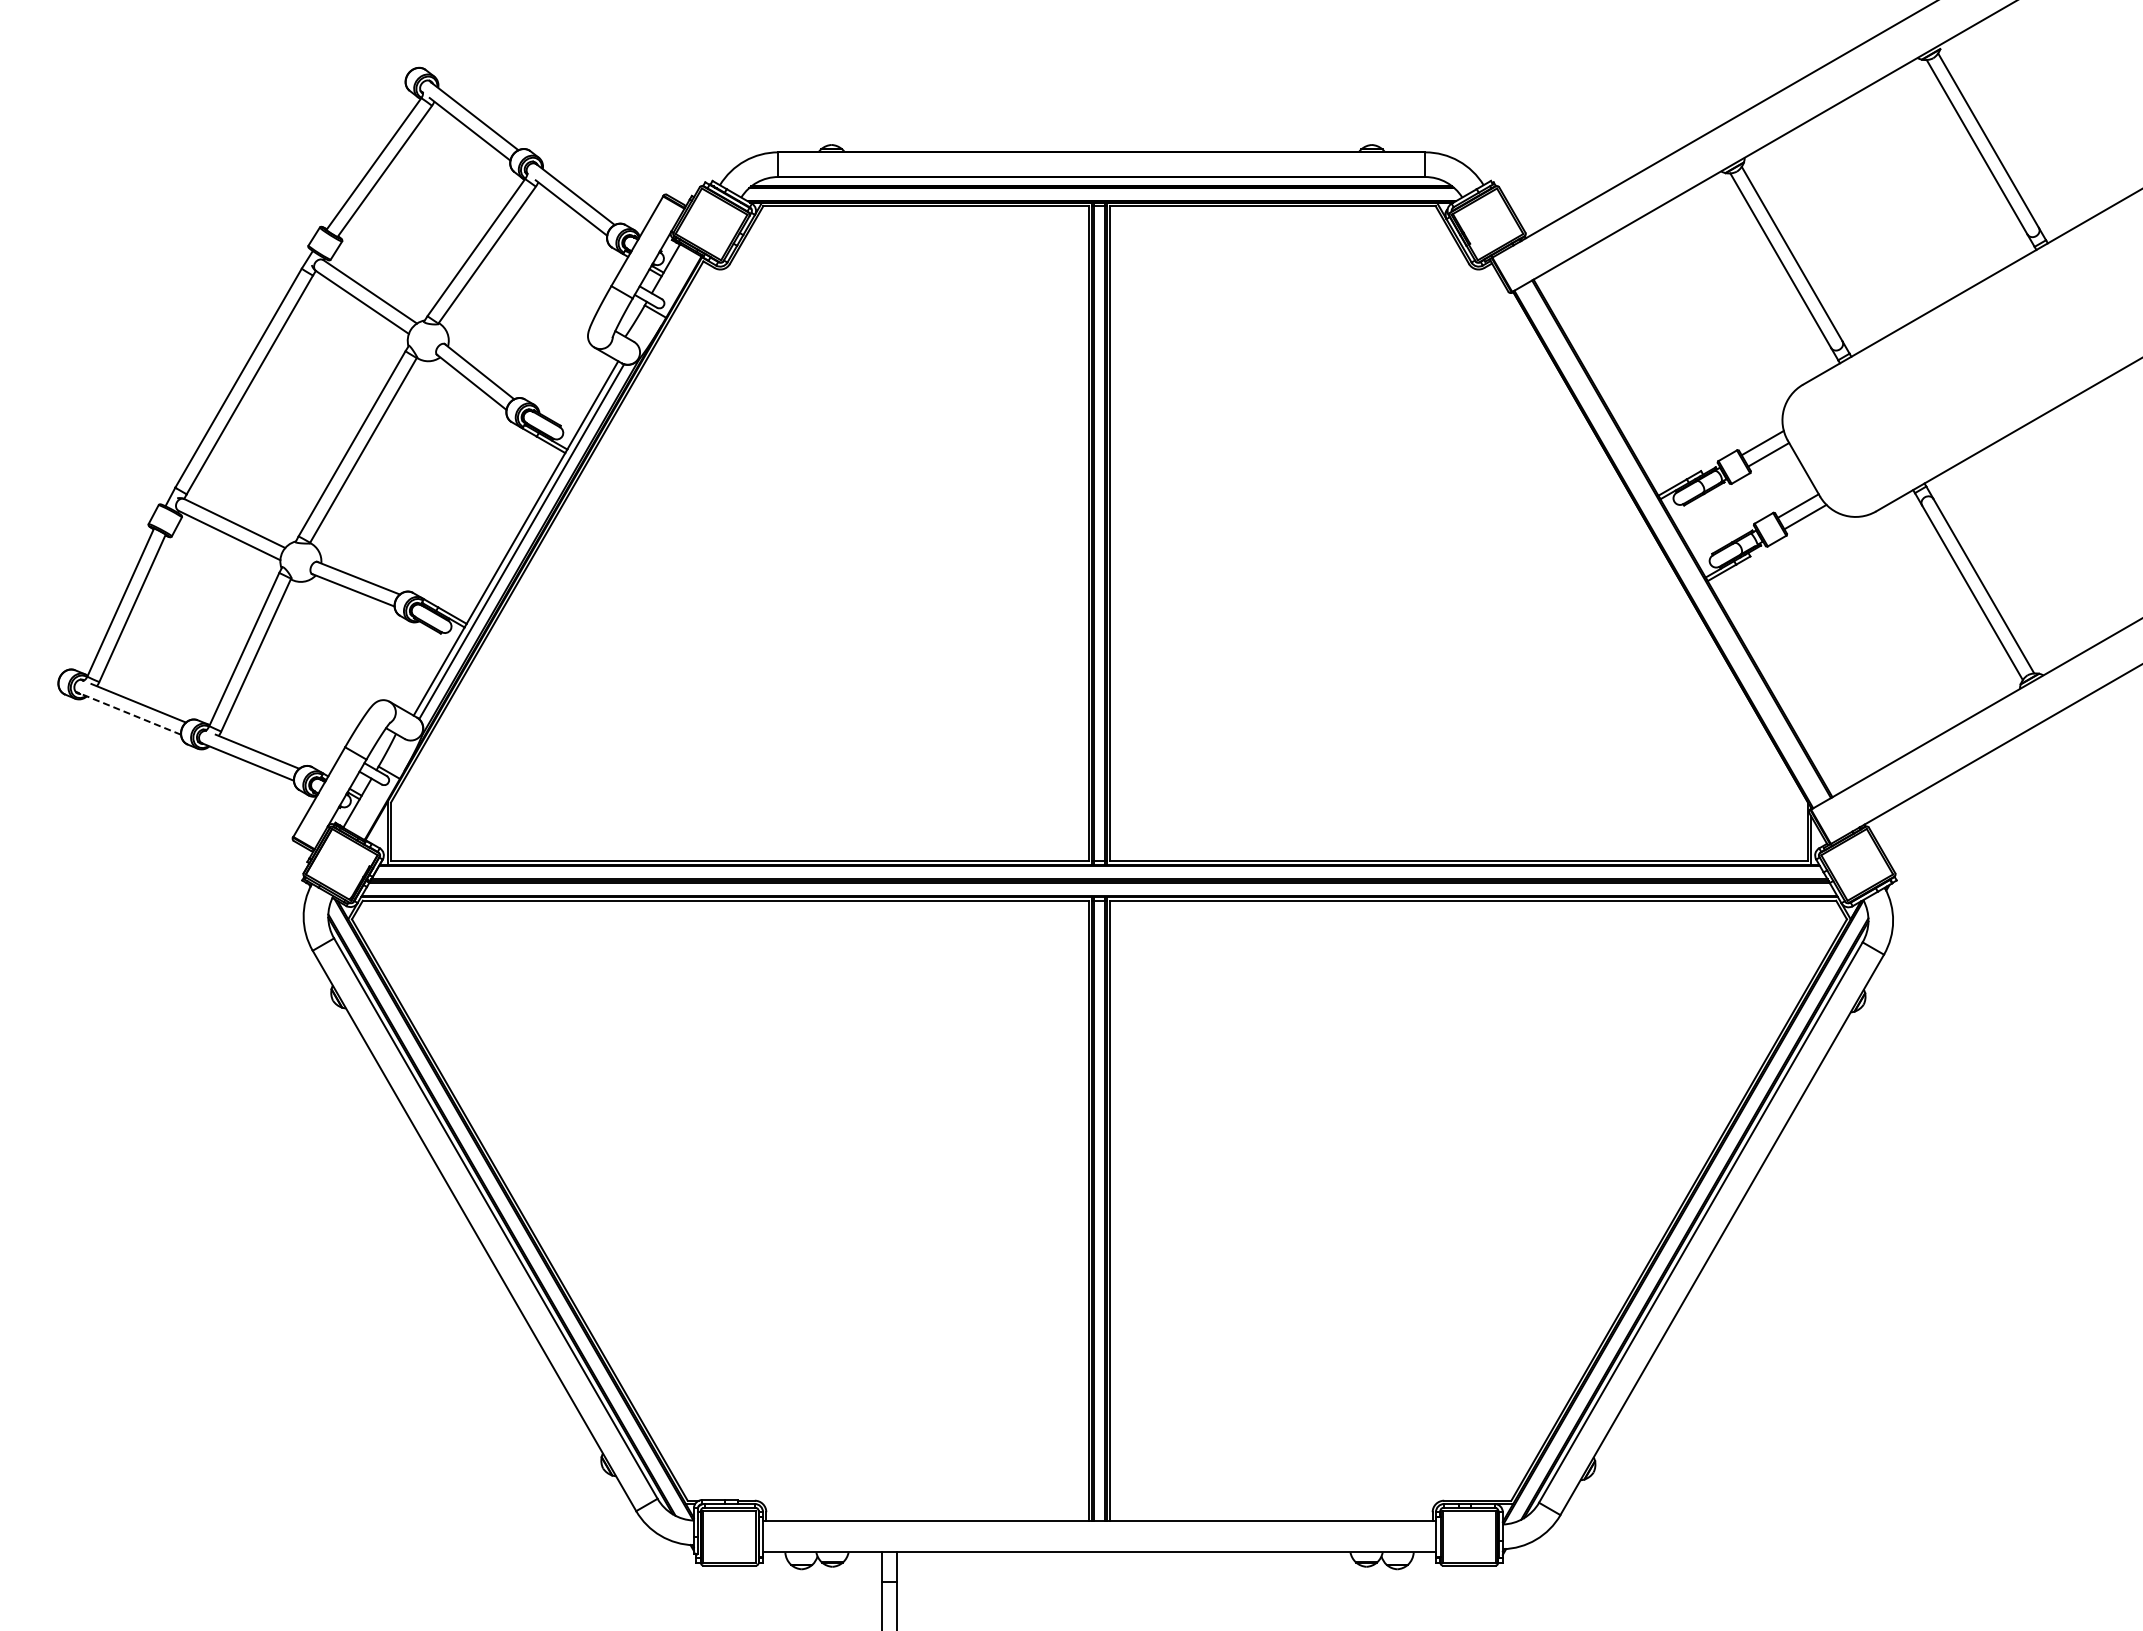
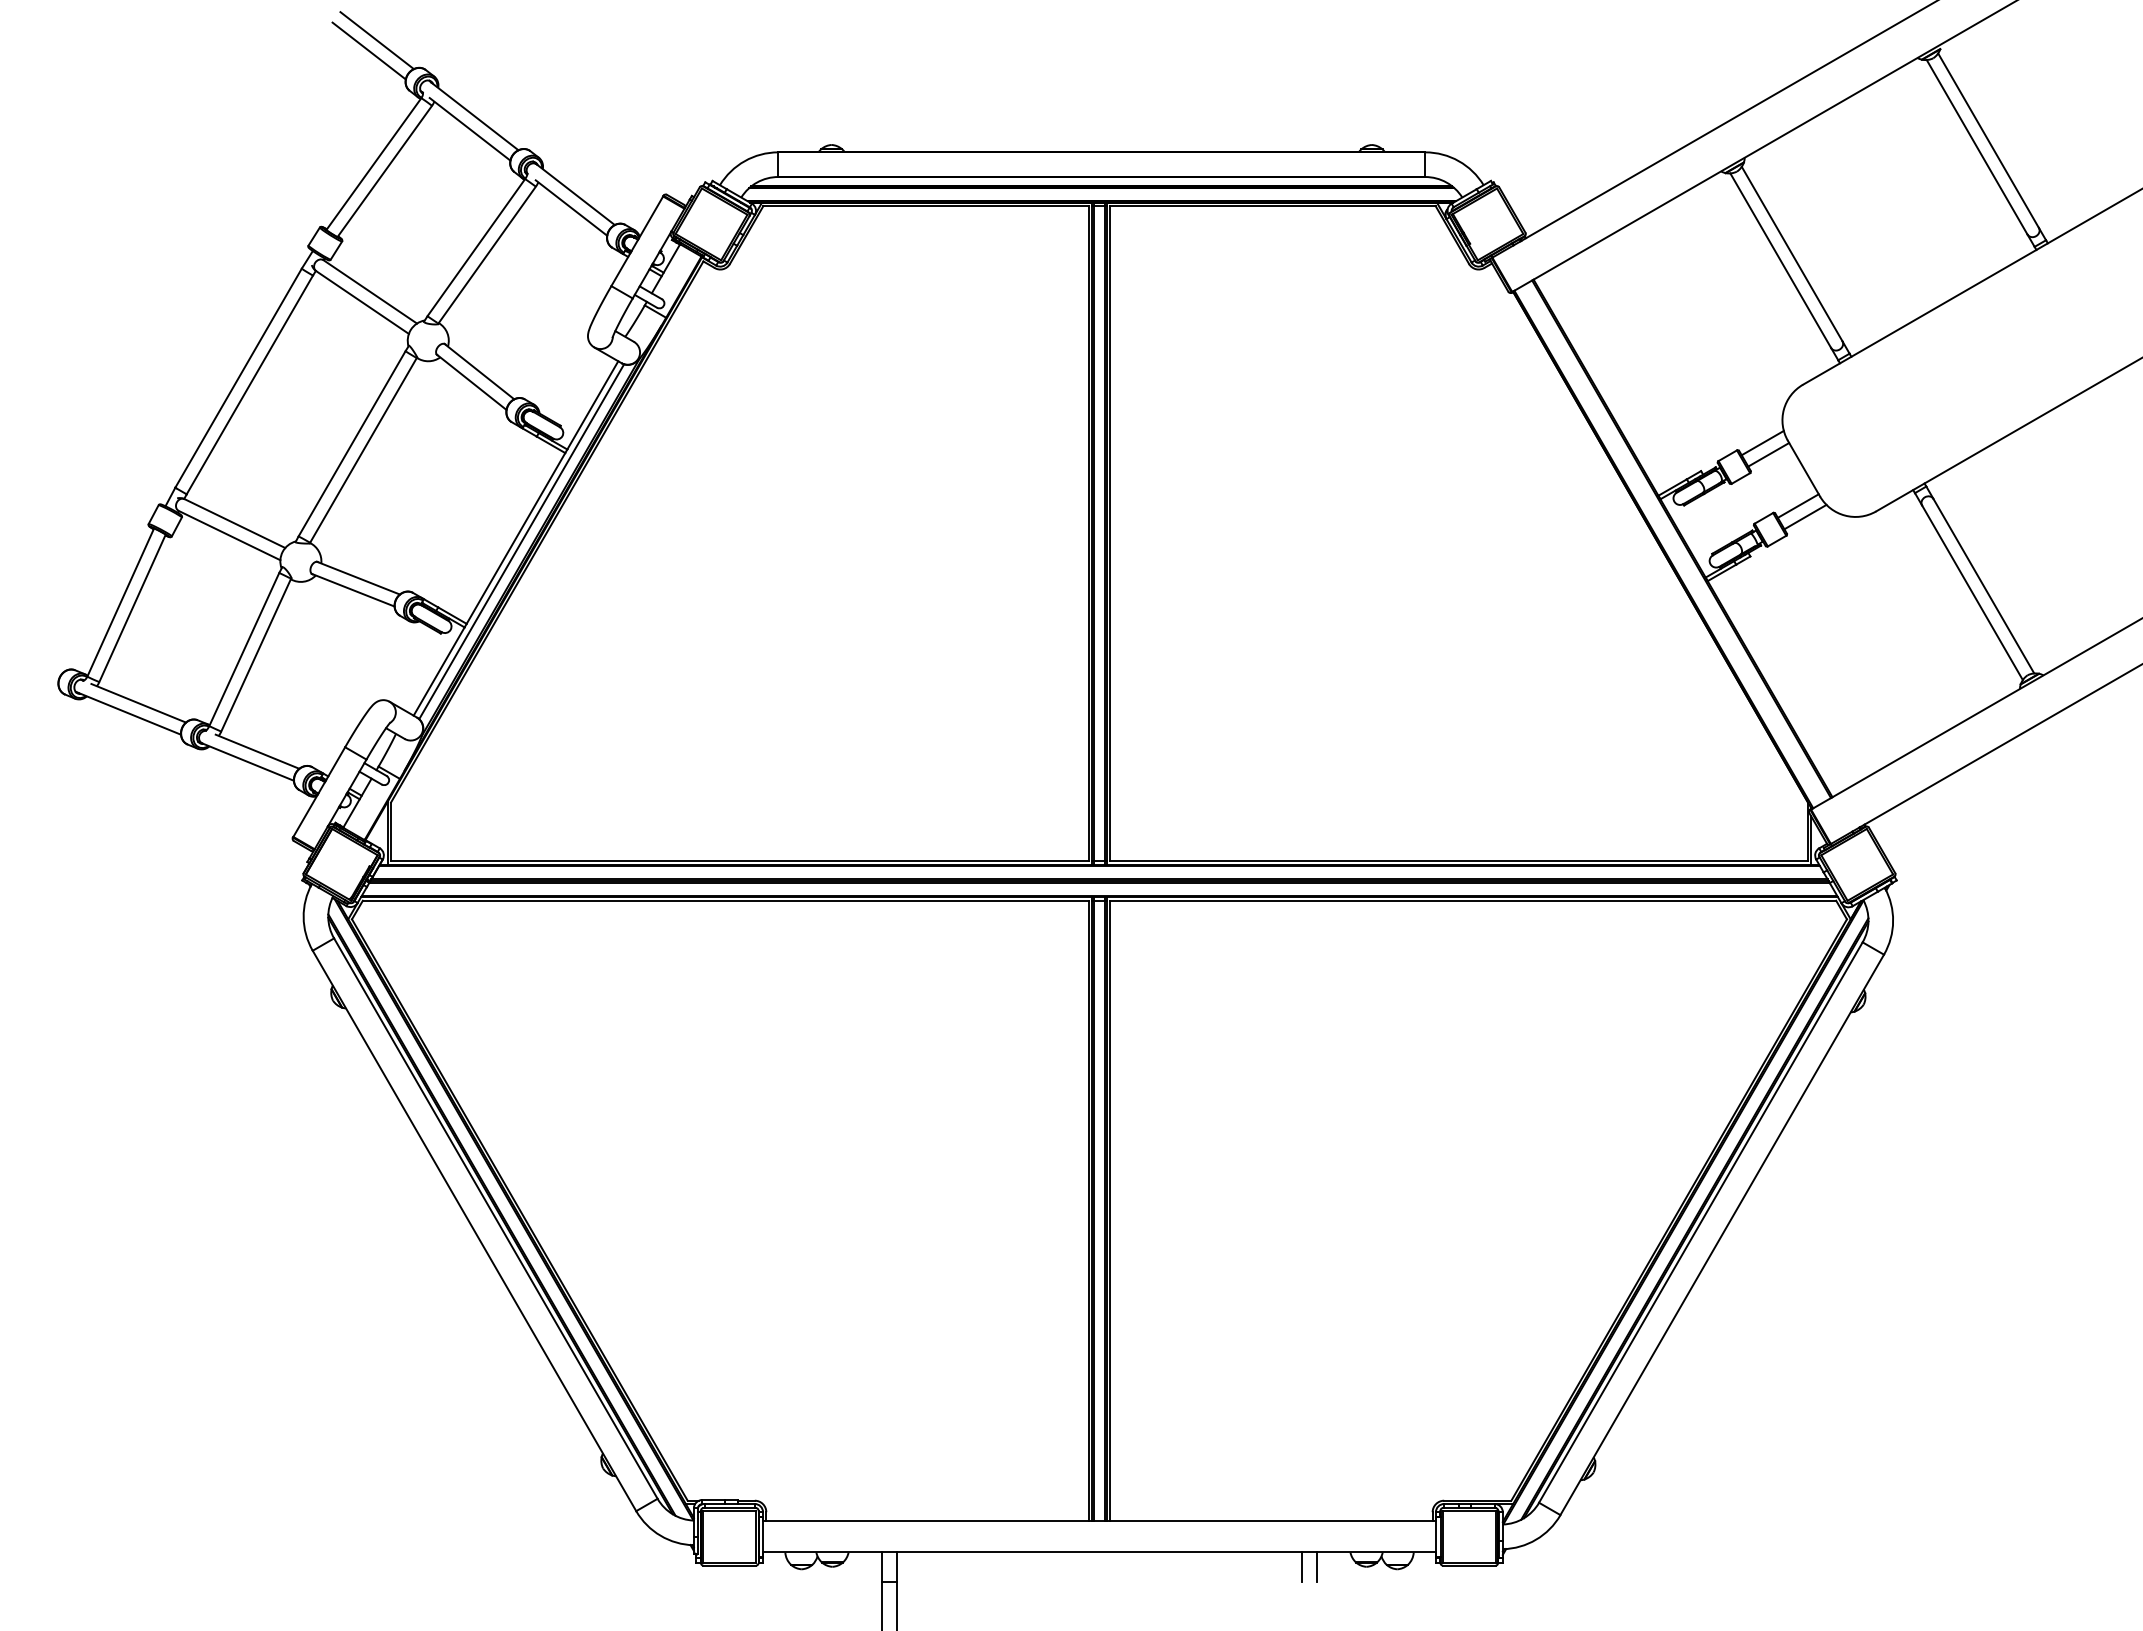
line at (376, 40): none -> present
line at (368, 50): none -> present
line at (128, 713): dashed -> solid
line at (1301, 1566): none -> present
line at (1317, 1566): none -> present
